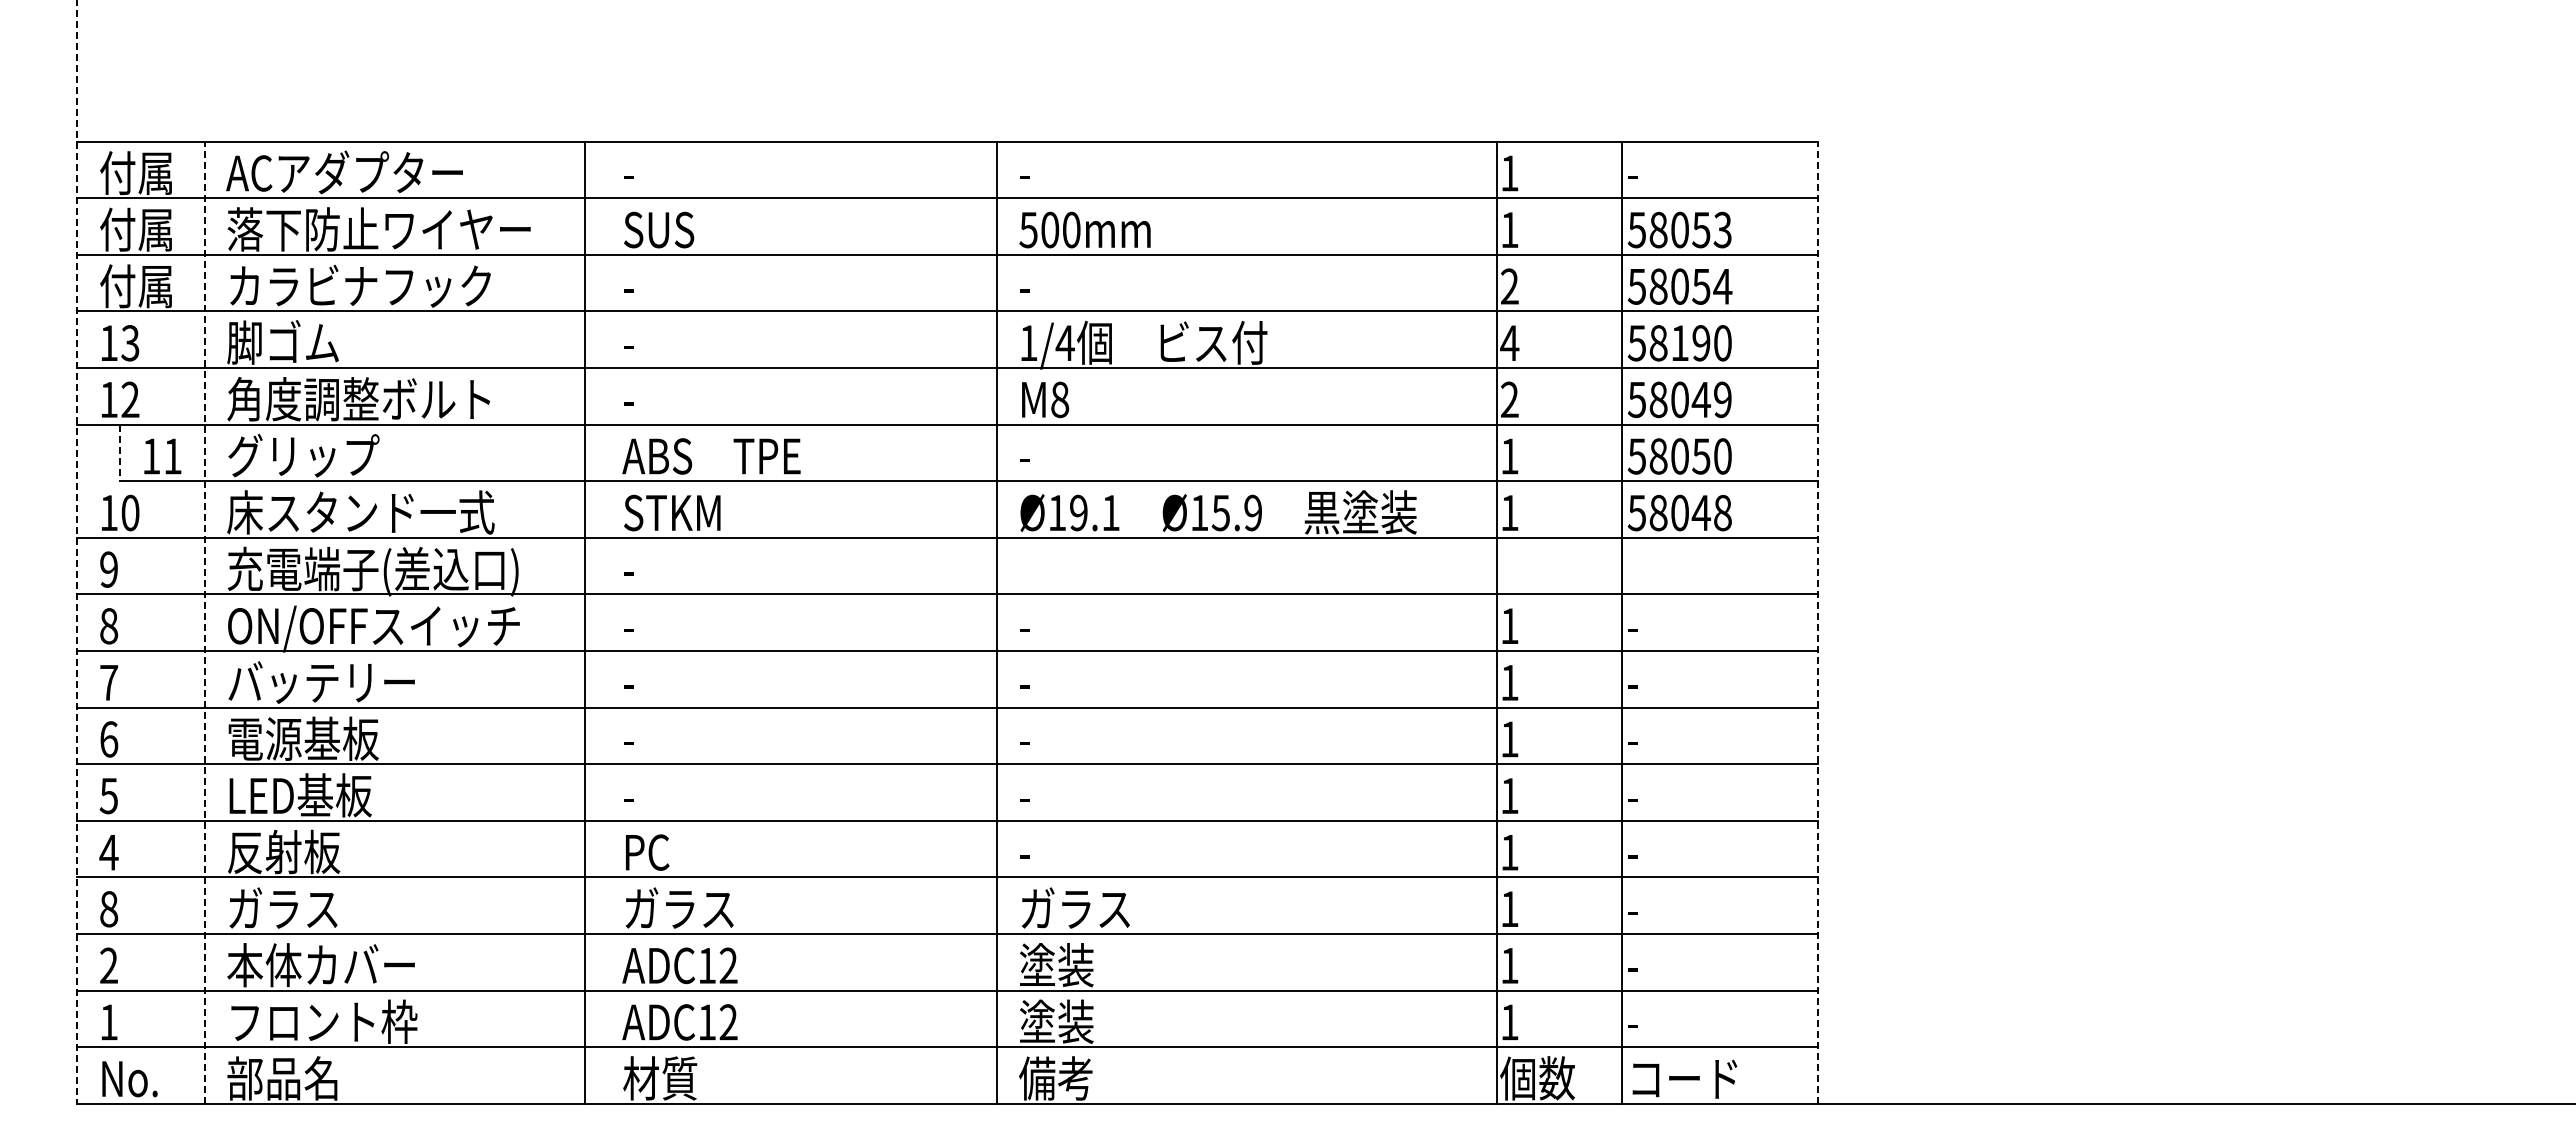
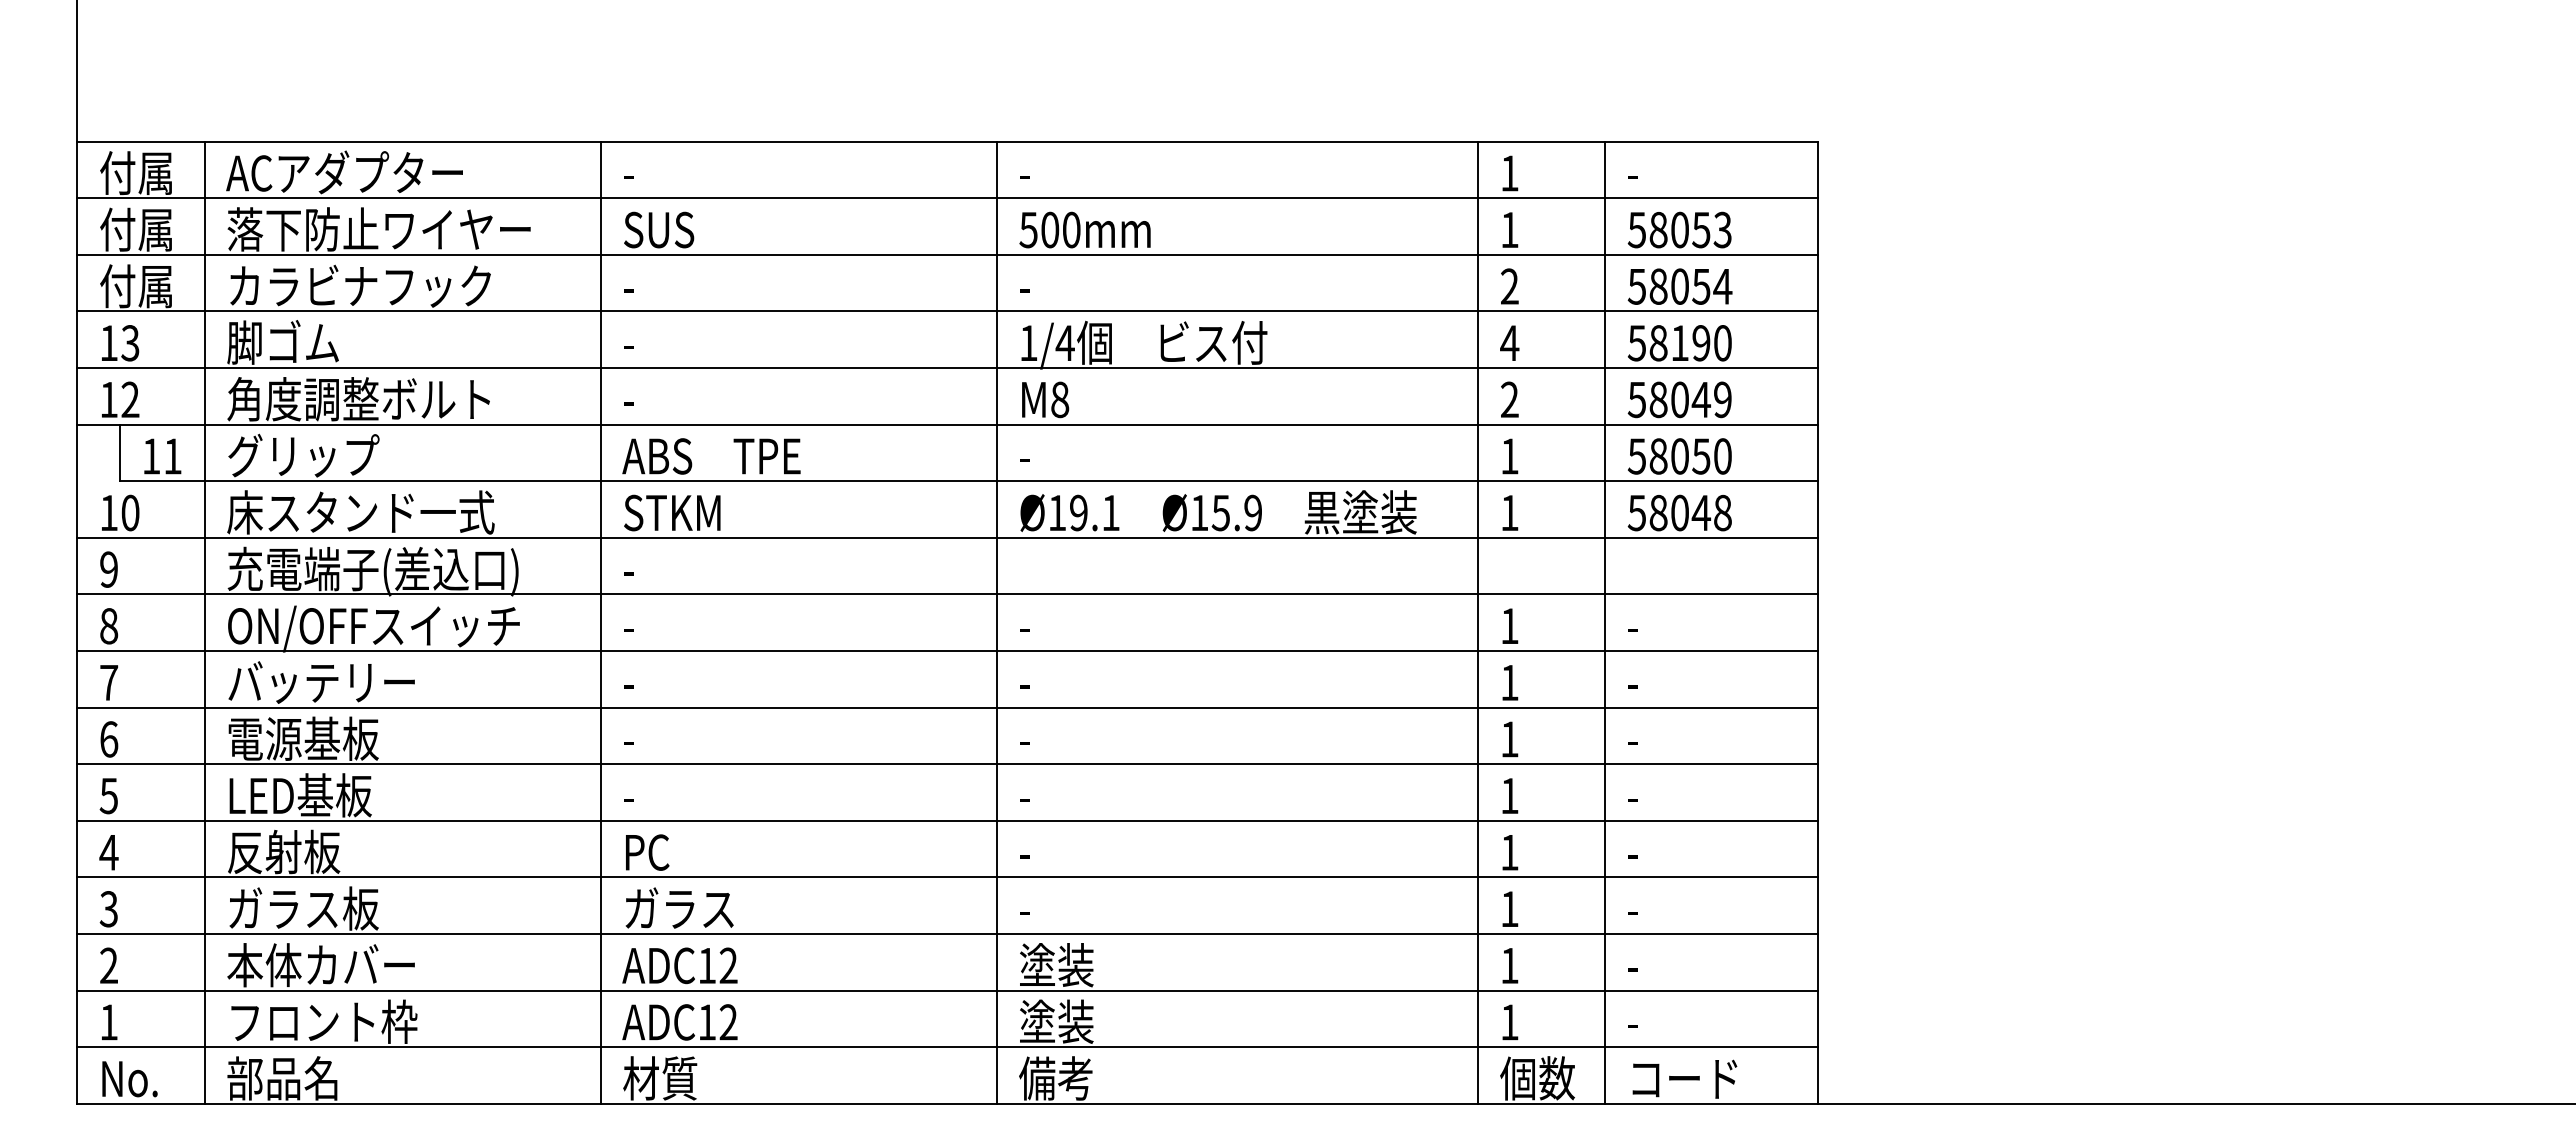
line at (119, 453): dashed -> solid
line at (77, 552): dashed -> solid
line at (204, 622): dashed -> solid
line at (584, 622) position: (584, 622) -> (600, 622)
line at (1497, 622) position: (1497, 622) -> (1478, 622)
line at (1622, 622) position: (1622, 622) -> (1605, 622)
line at (1817, 622): dashed -> solid
text at (1074, 907): ガラス -> -
text at (360, 908): ガラス -> ガラス板
text at (108, 909): 8 -> 3
